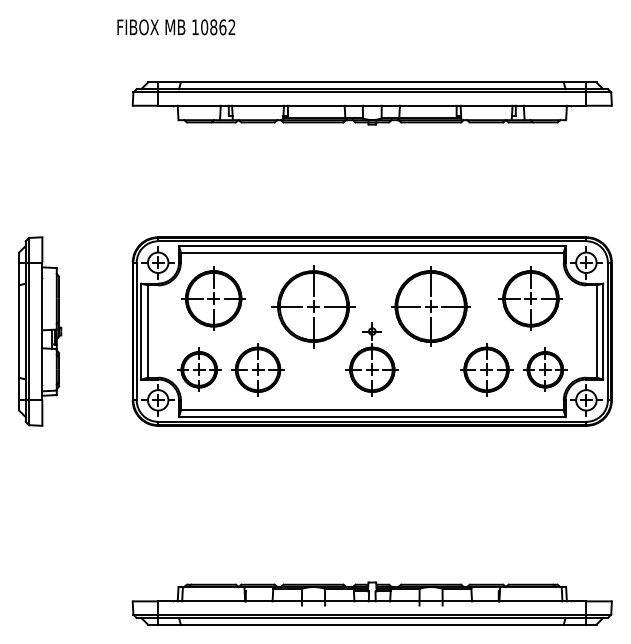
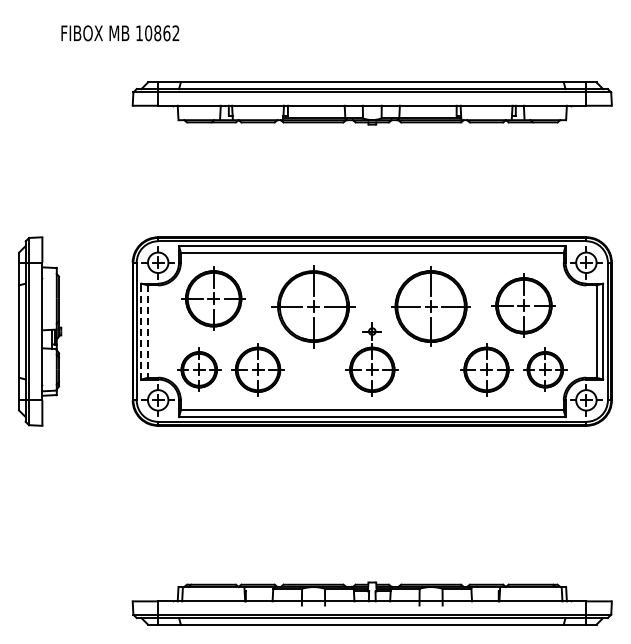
text at (176, 27) position: (176, 27) -> (120, 33)
part at (530, 298) position: (530, 298) -> (523, 305)
line at (141, 331): solid -> dashed
line at (148, 332): solid -> dashed
